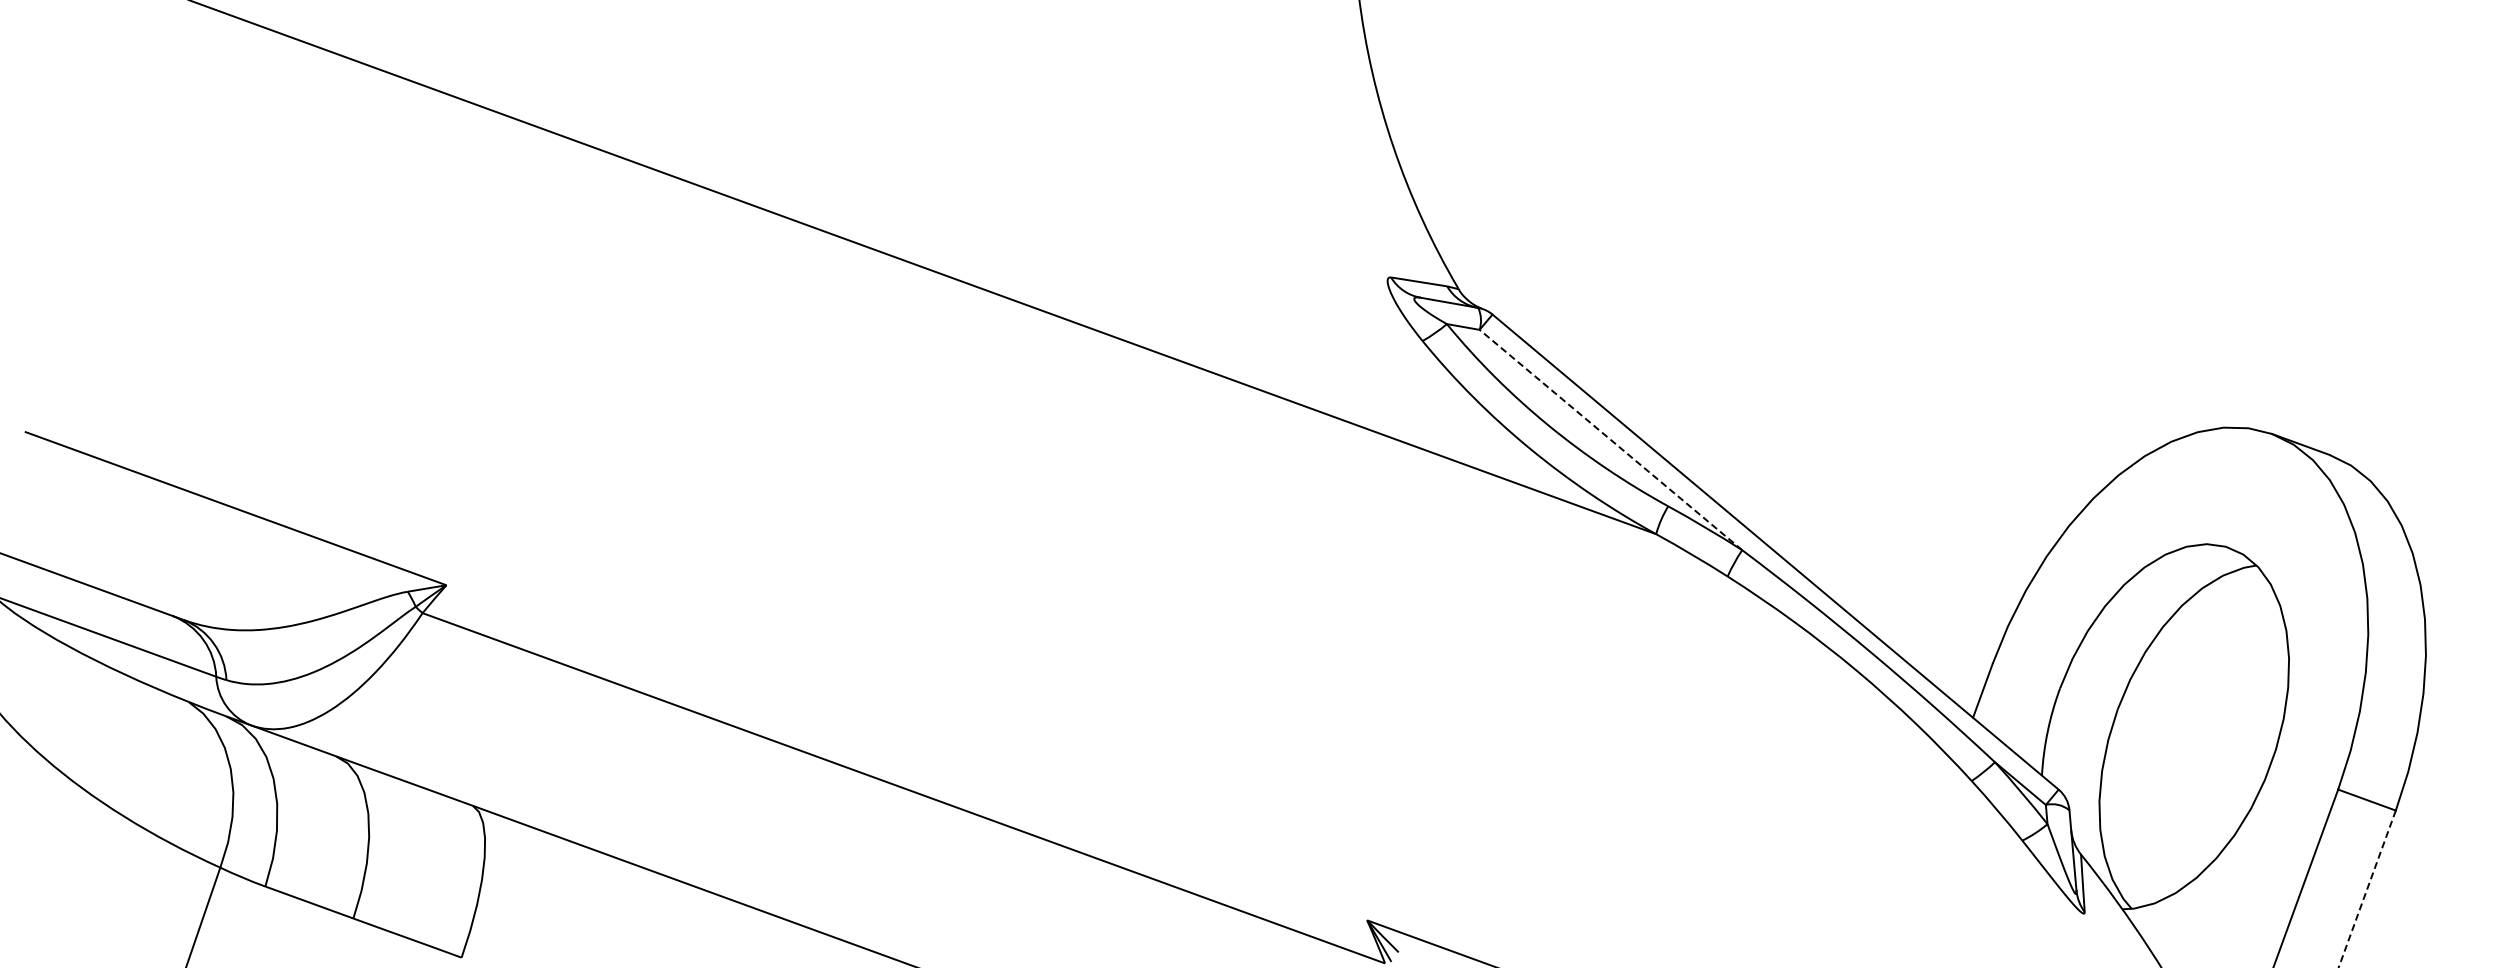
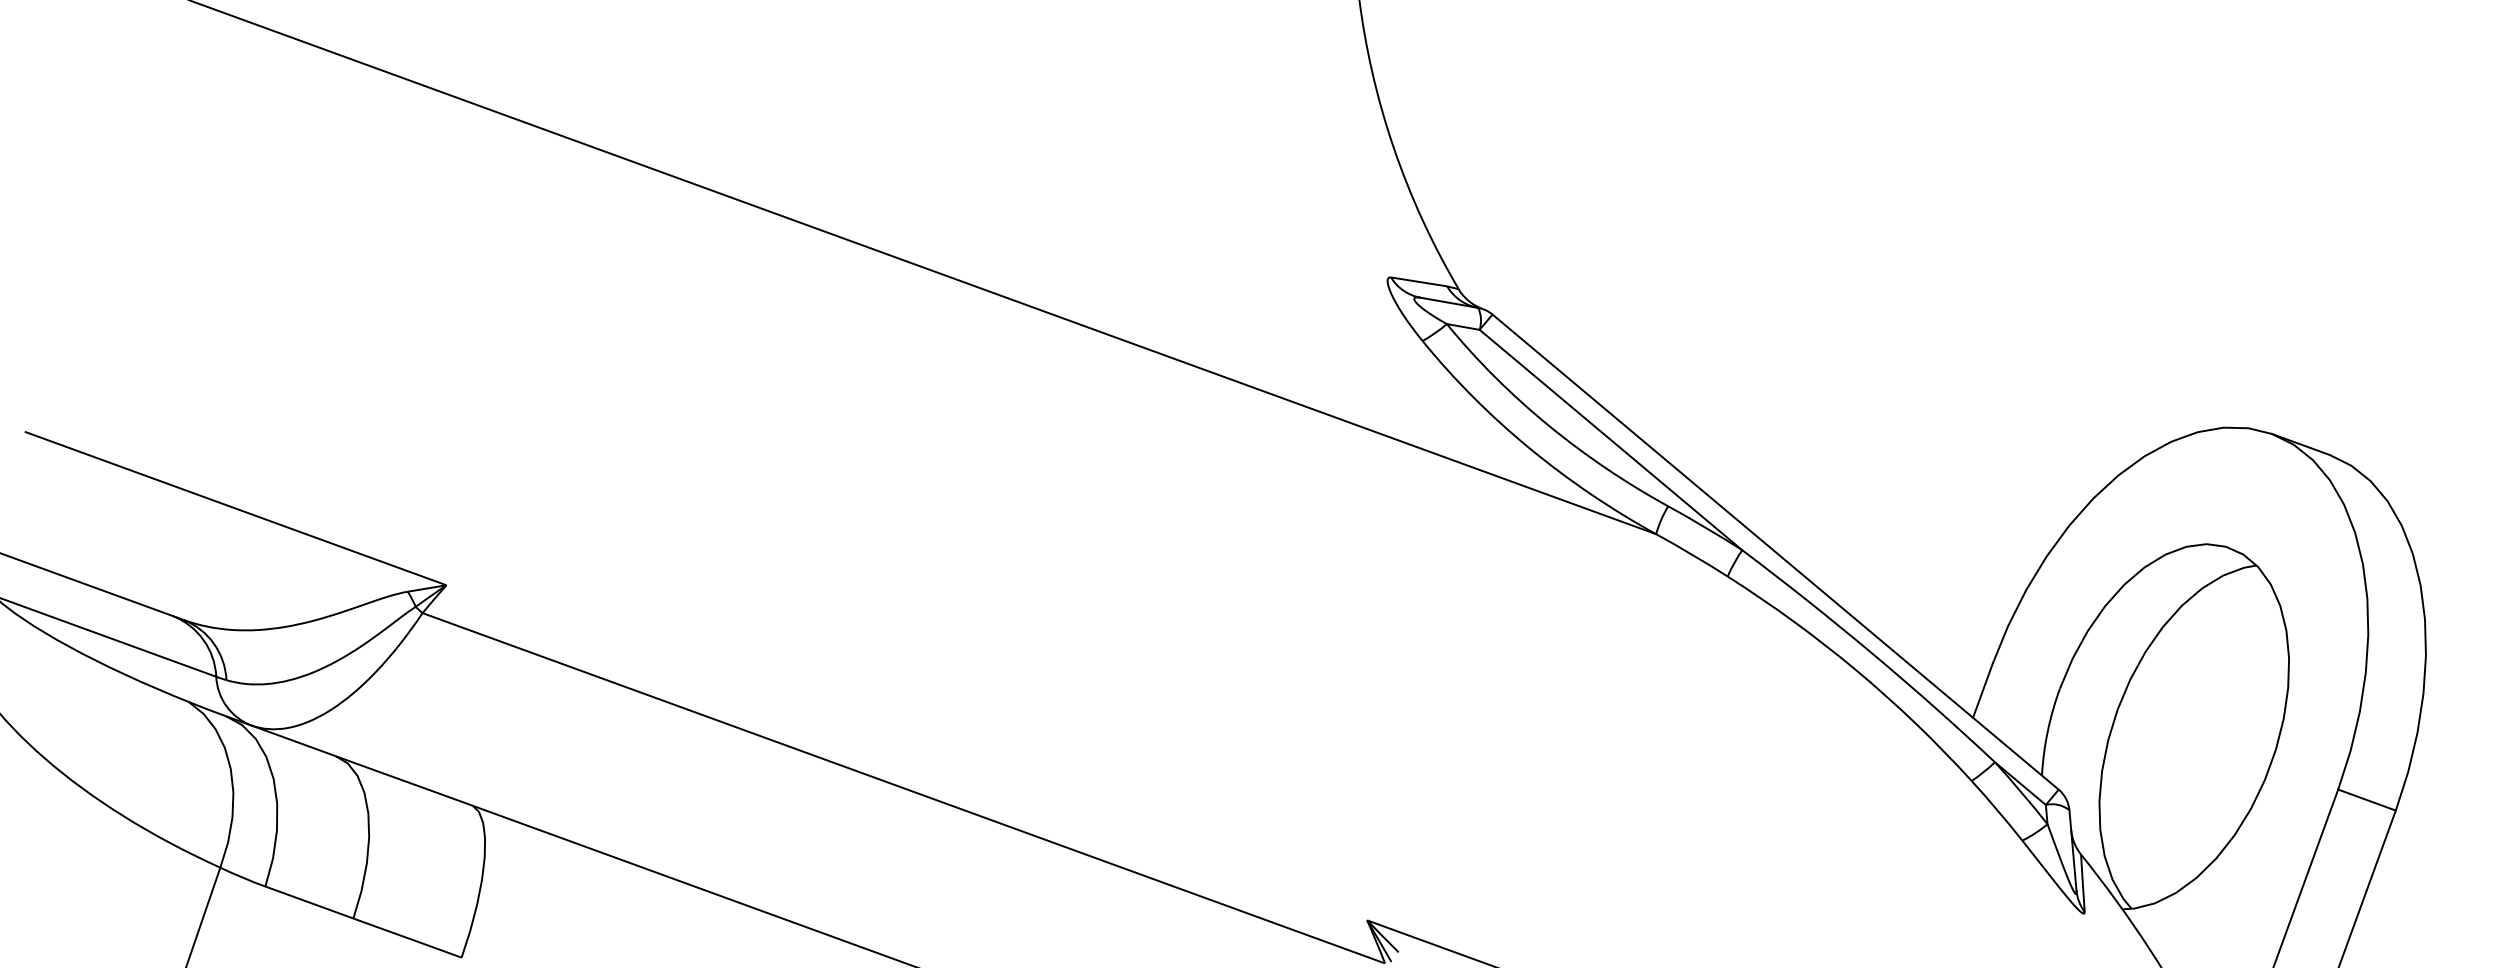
line at (1610, 439): dashed -> solid
line at (2367, 889): dashed -> solid
